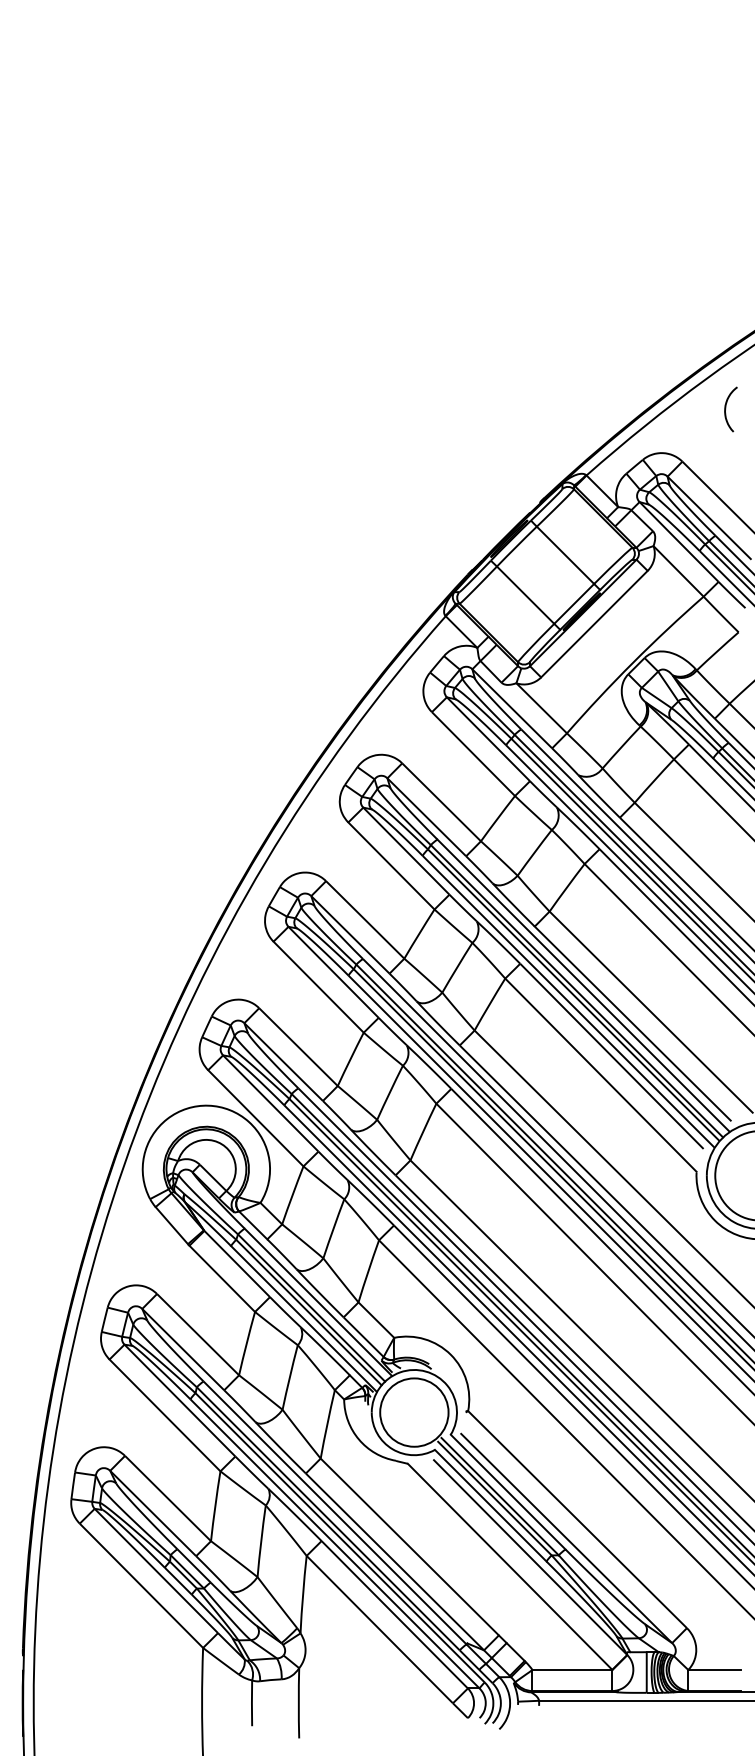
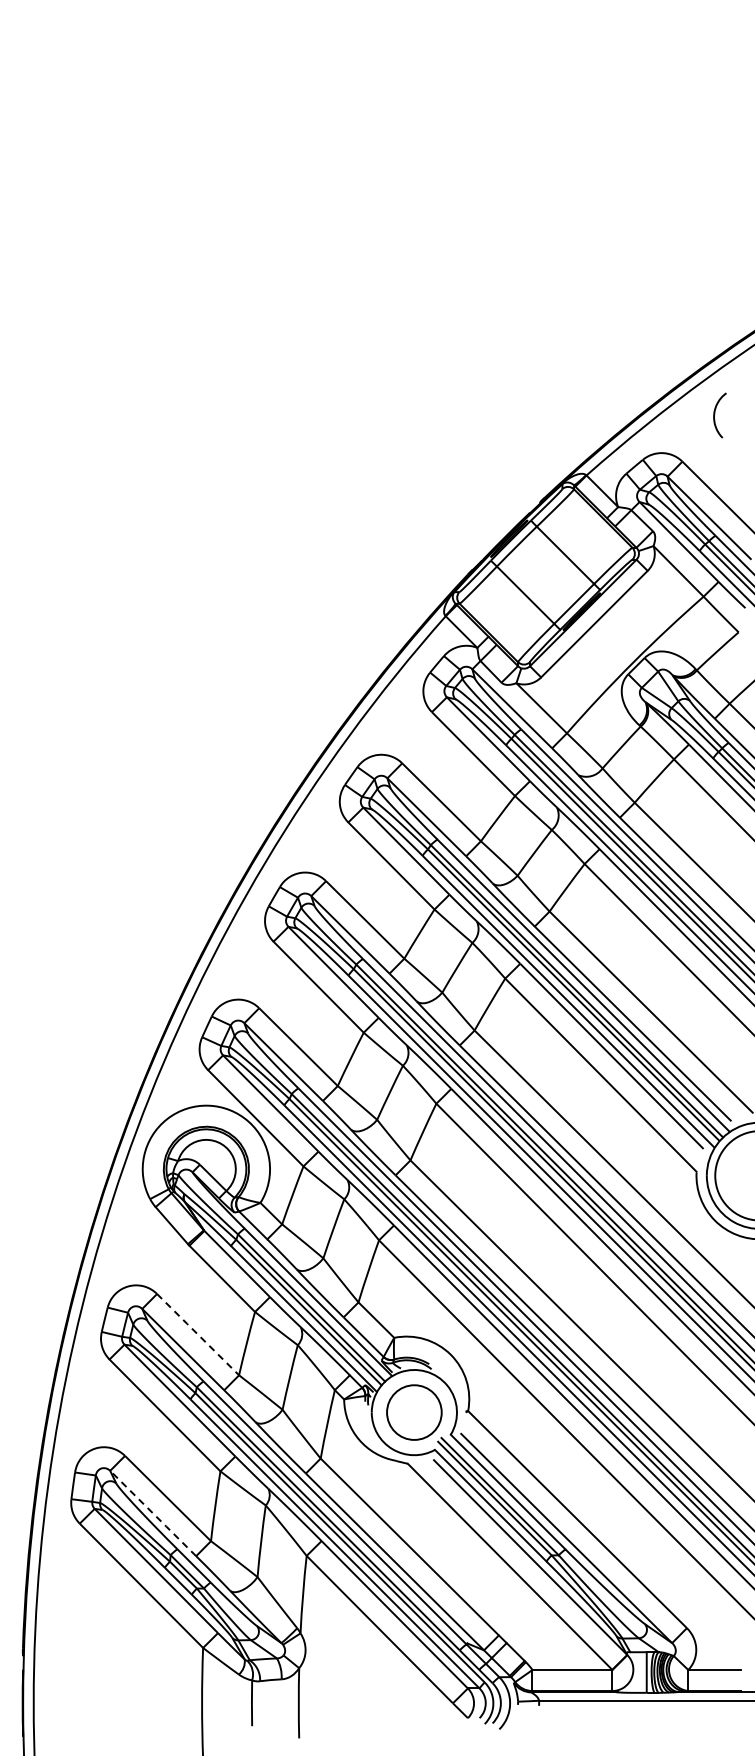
curve at (726, 408) position: (726, 408) -> (715, 414)
line at (197, 1334): solid -> dashed
circle at (414, 1412) diameter: 68 px -> 55 px
line at (153, 1513): solid -> dashed
